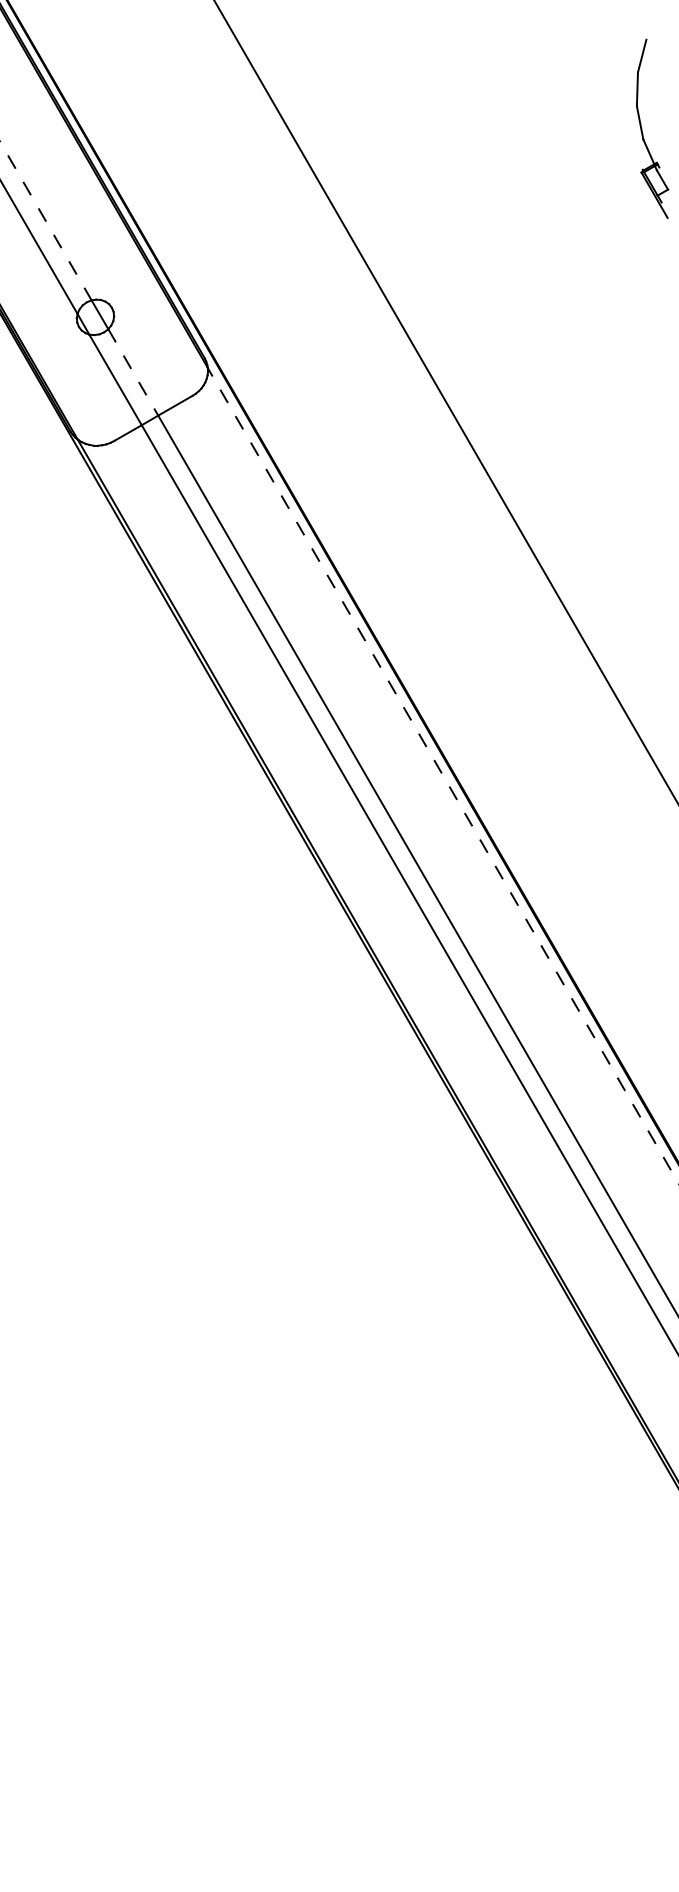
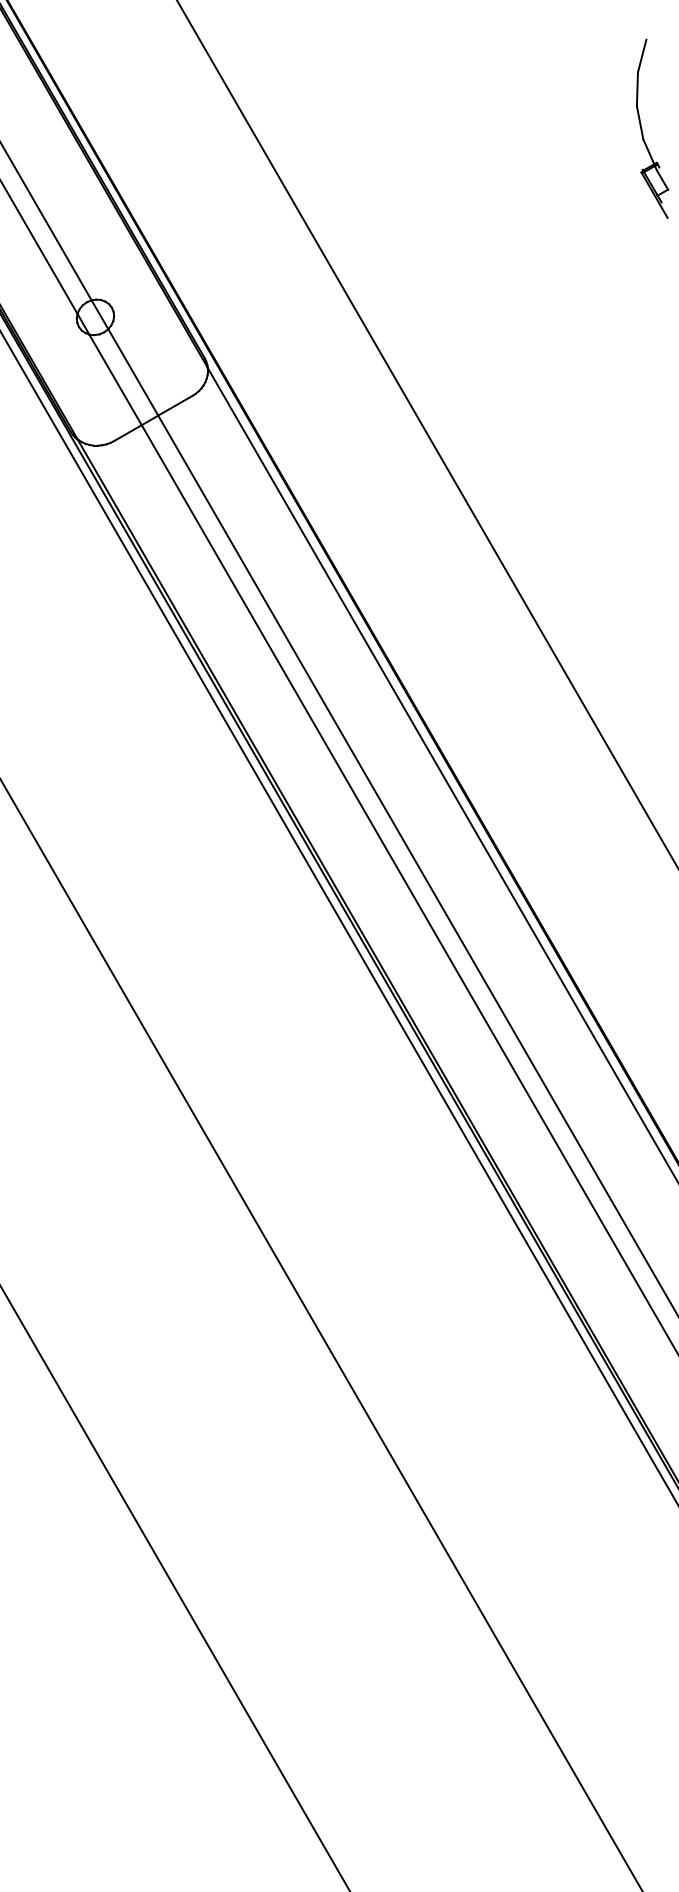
line at (46, 221): dashed -> solid
line at (133, 372): dashed -> solid
line at (445, 401) position: (445, 401) -> (426, 433)
line at (443, 776): dashed -> solid
line at (338, 917): none -> present
line at (321, 1335): none -> present
line at (175, 1588): none -> present
